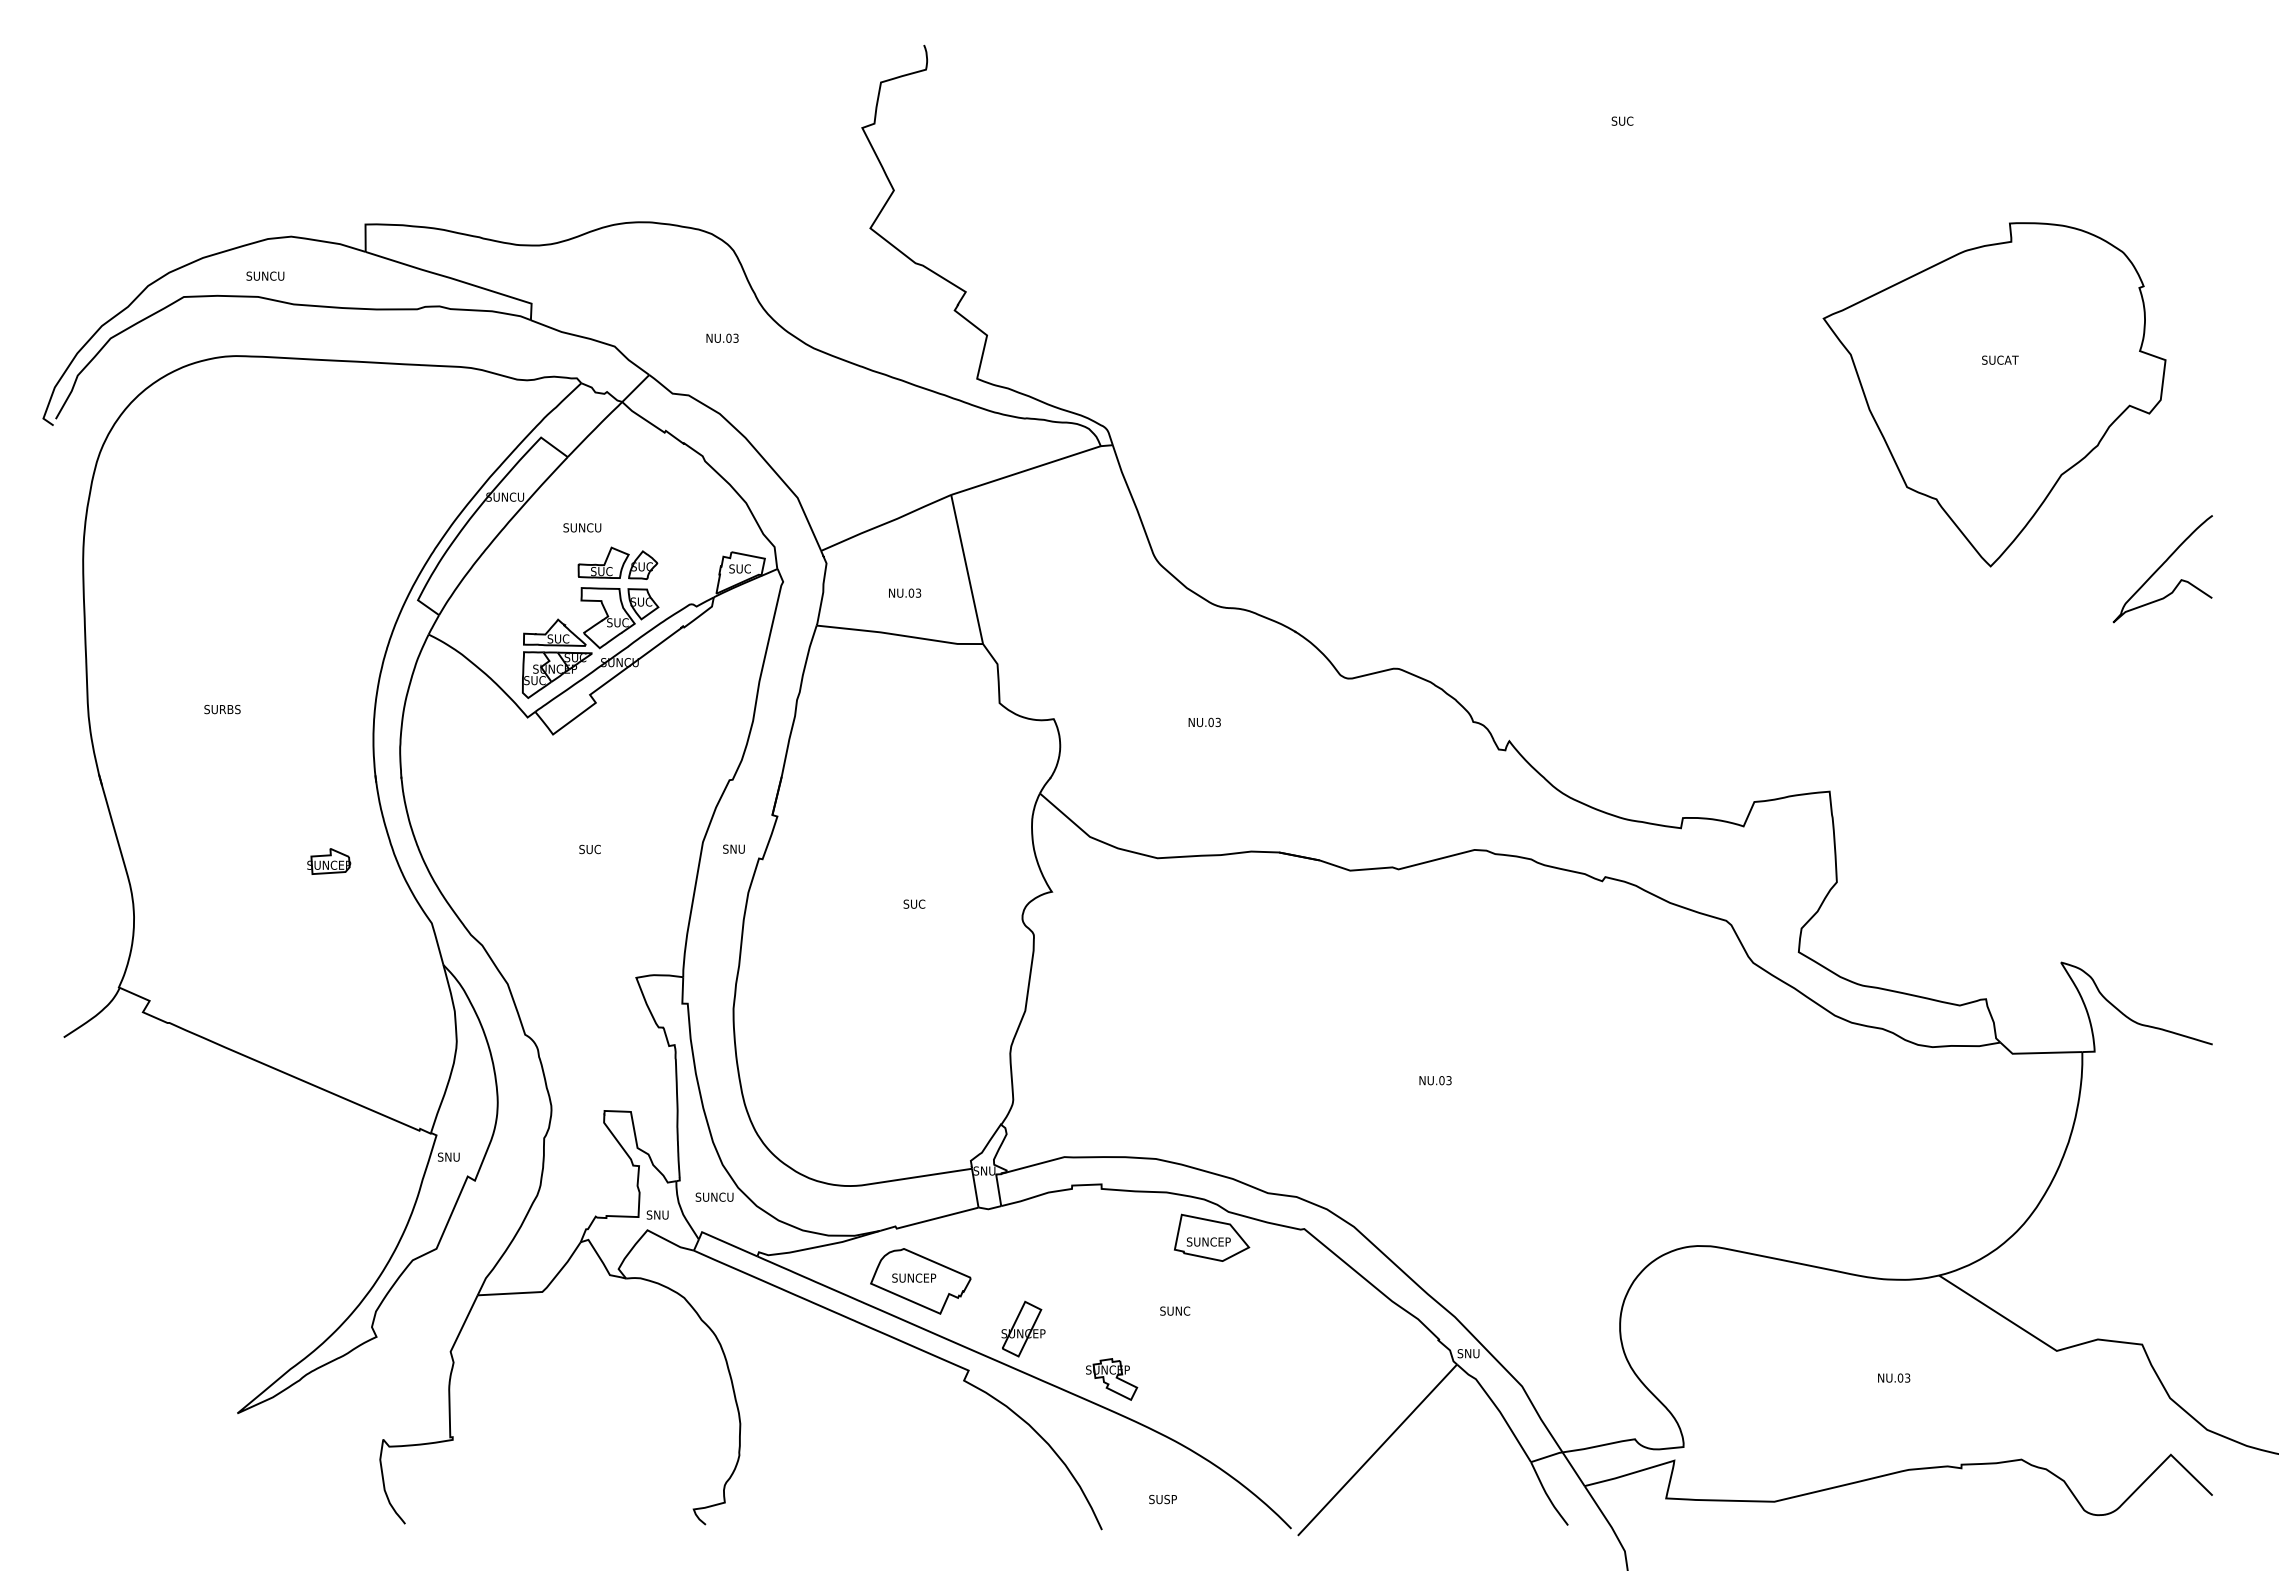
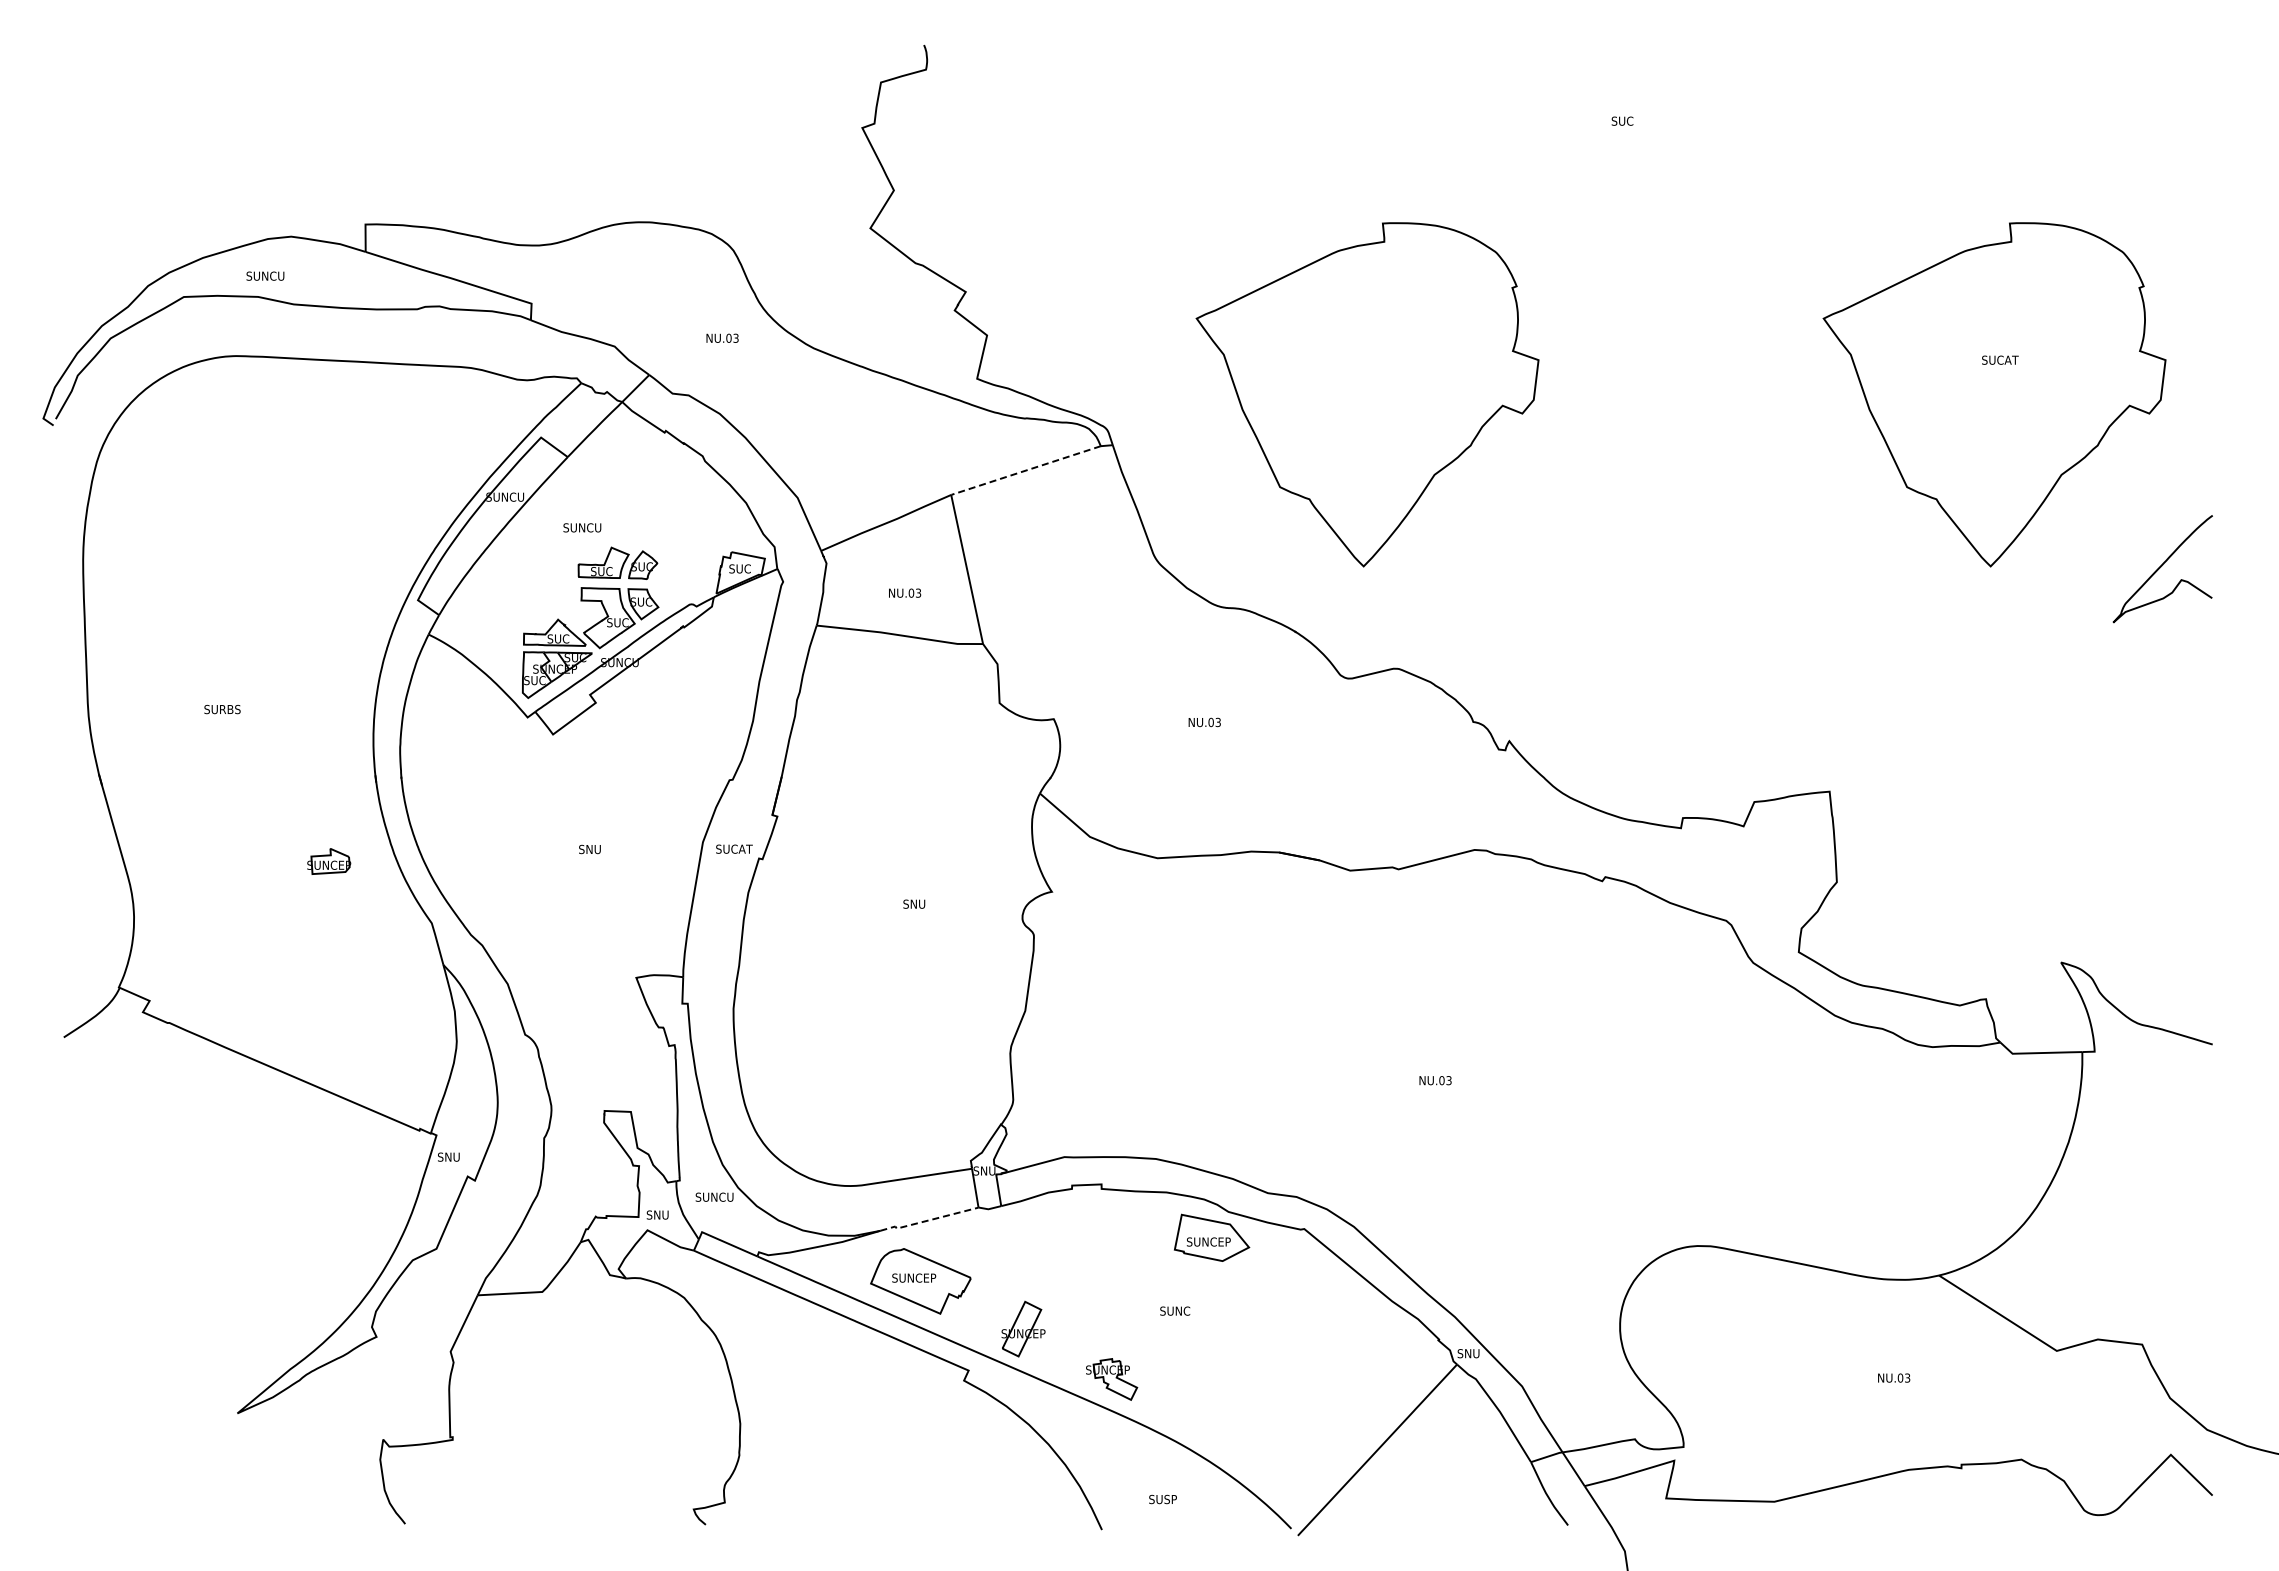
part at (1367, 394): none -> present
line at (1025, 470): solid -> dashed
text at (734, 848): SNU -> SUCAT
text at (589, 849): SUC -> SNU
text at (914, 903): SUC -> SNU
line at (927, 1220): solid -> dashed
